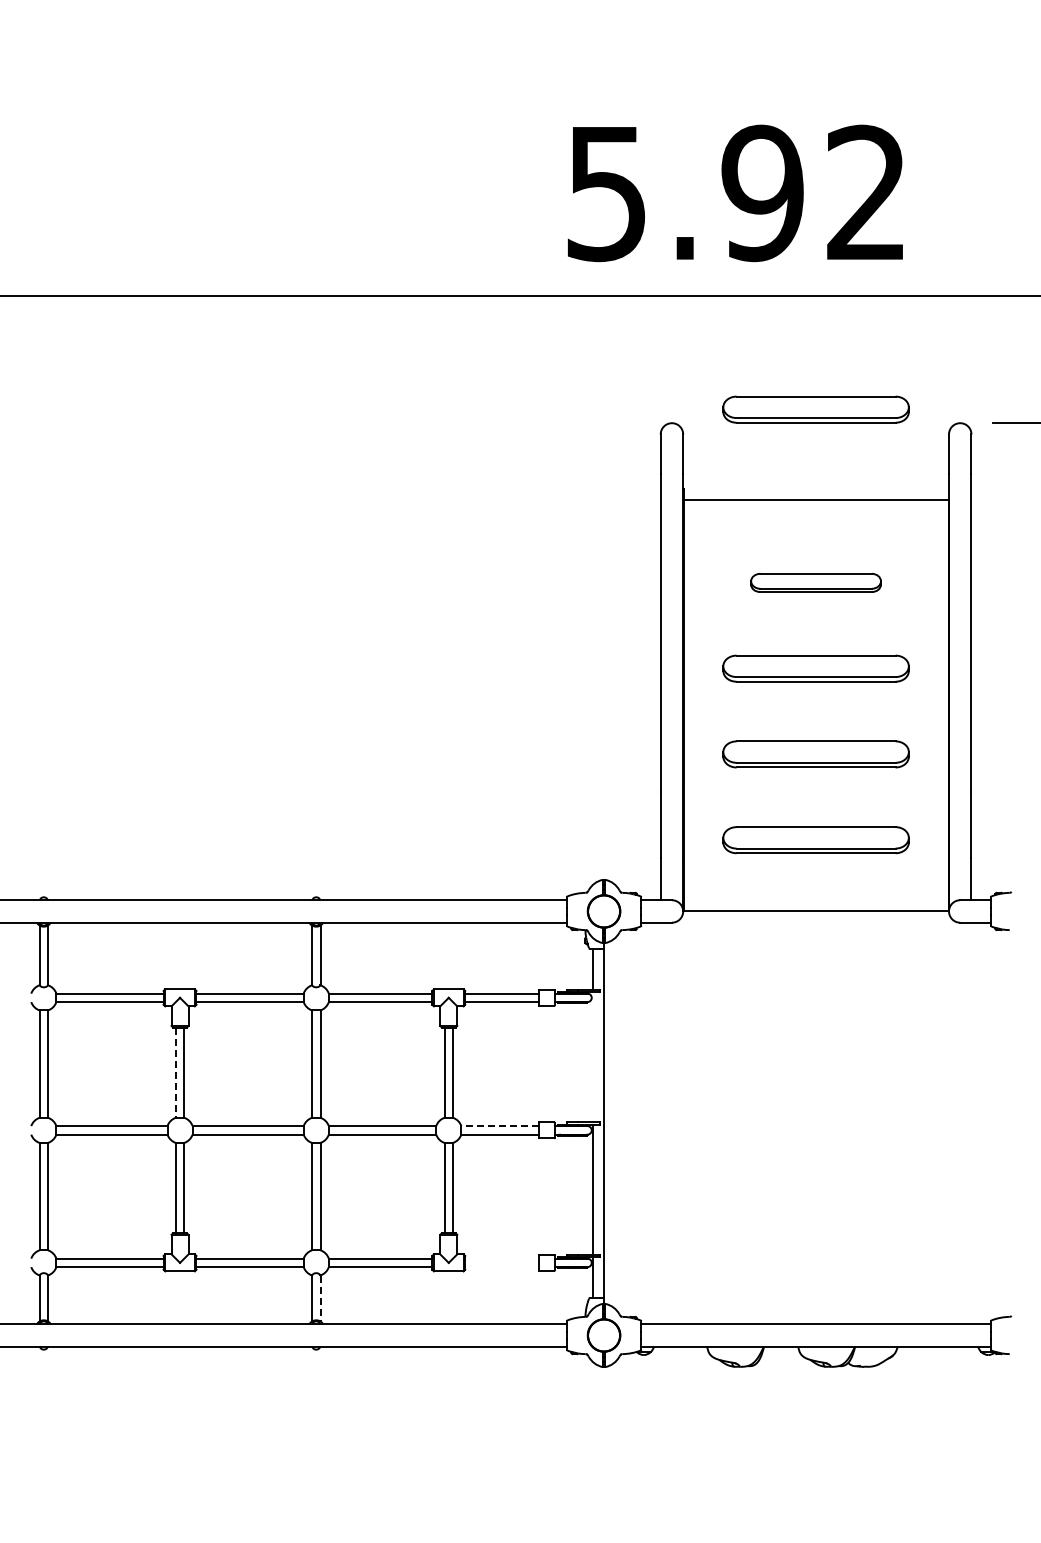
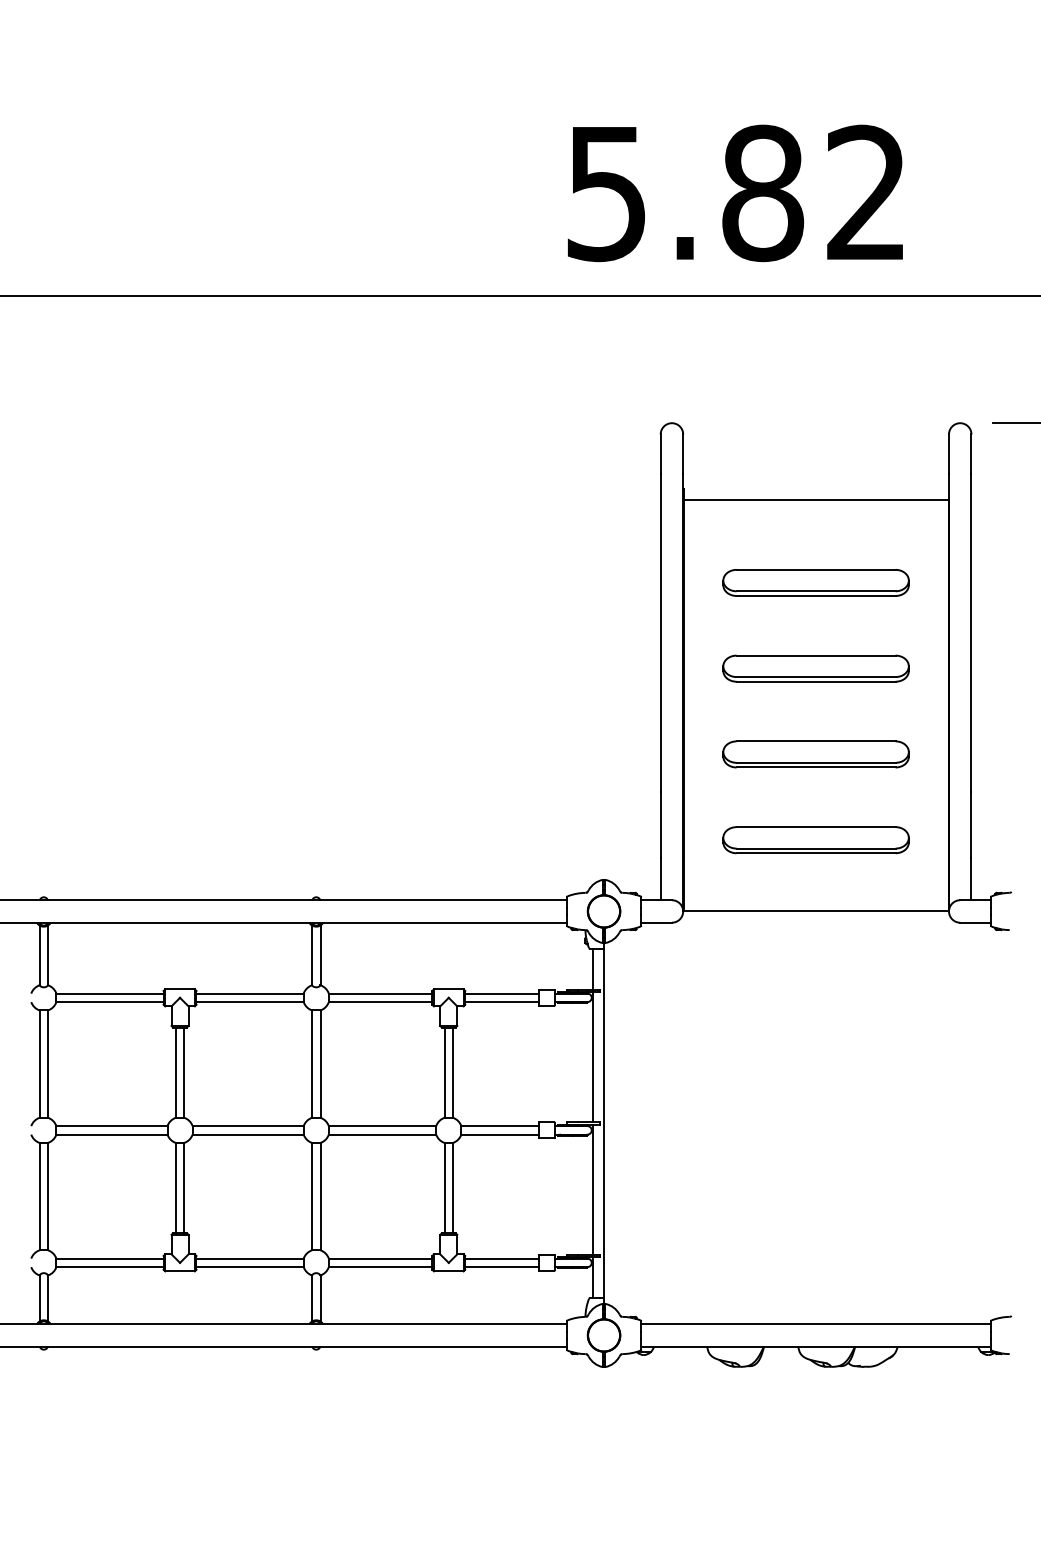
text at (762, 193): 5.92 -> 5.82
part at (815, 409): present -> none
part at (815, 582) size: 132x20 px -> 188x28 px
line at (592, 1057): none -> present
line at (175, 1073): dashed -> solid
line at (500, 1126): dashed -> solid
line at (501, 1258): none -> present
line at (501, 1267): none -> present
line at (320, 1298): dashed -> solid
